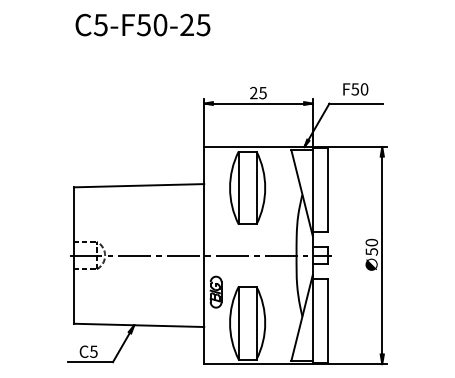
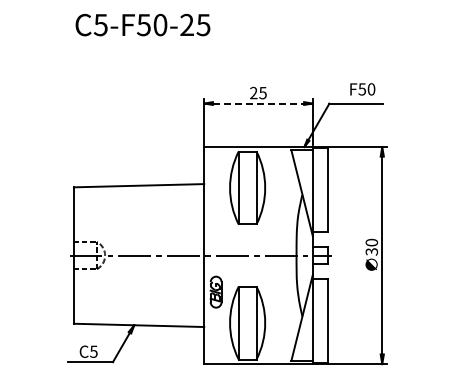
text at (355, 89) position: (355, 89) -> (362, 89)
line at (258, 103): solid -> dashed
text at (371, 251): 50 -> 30
